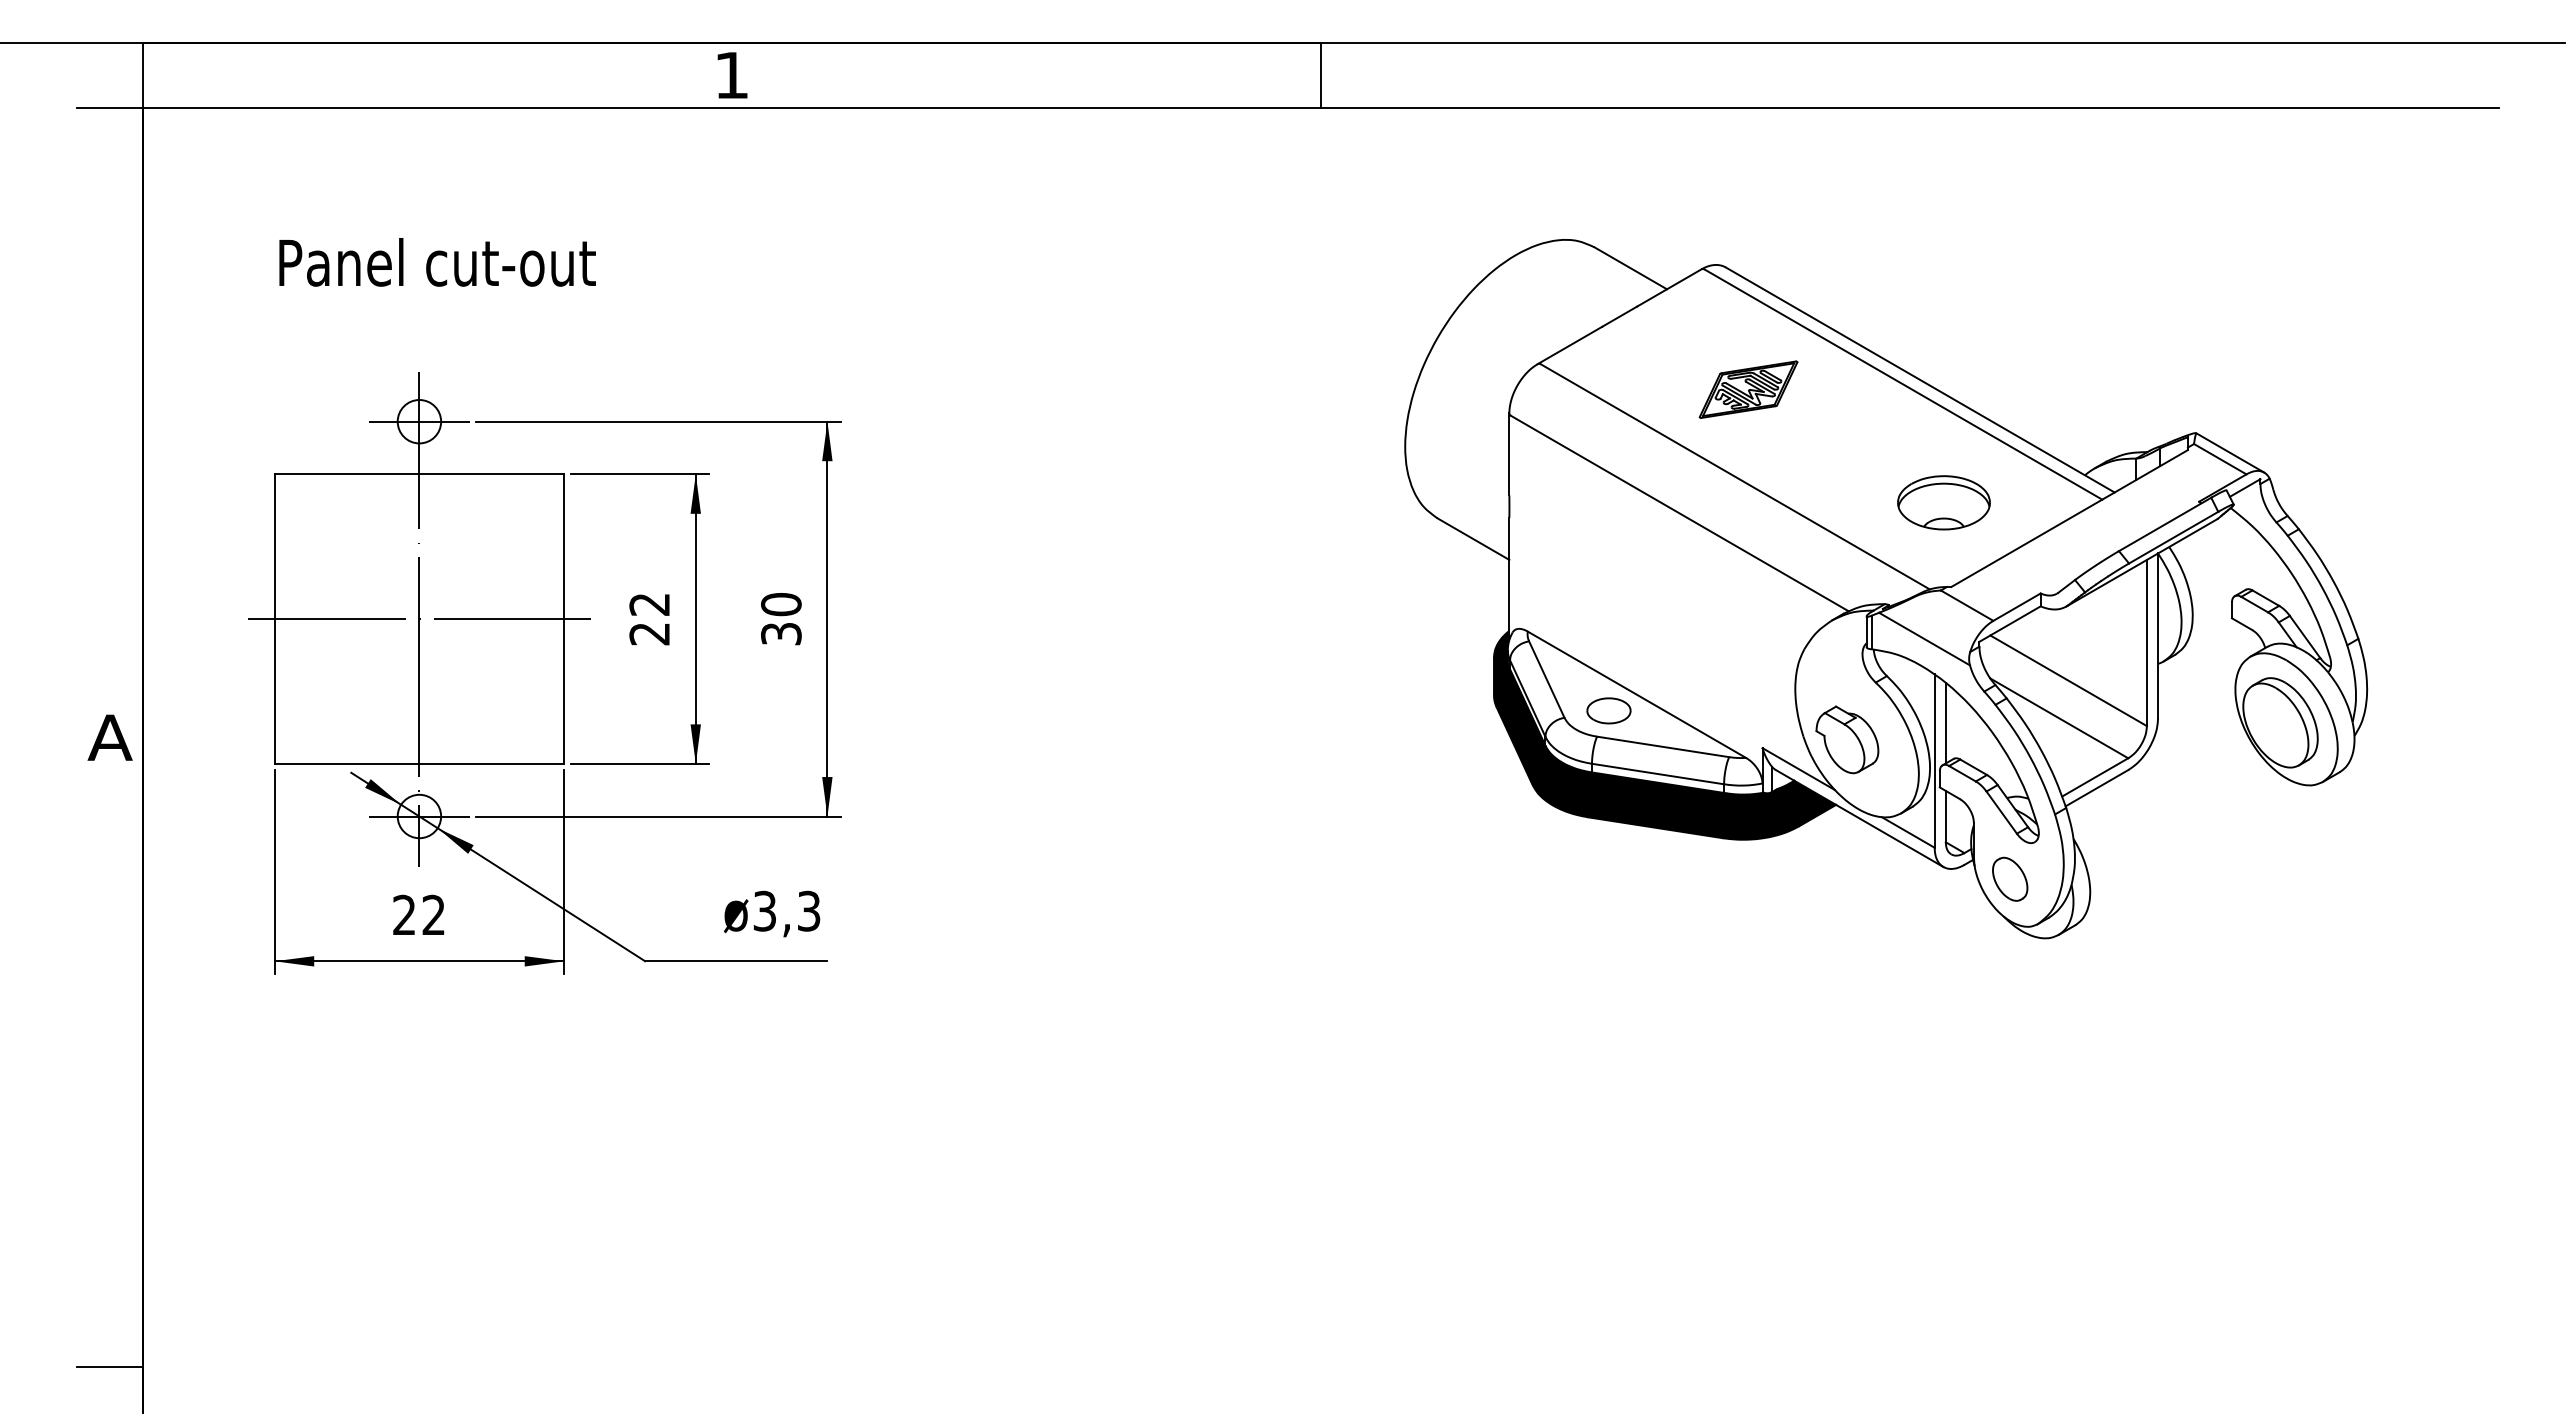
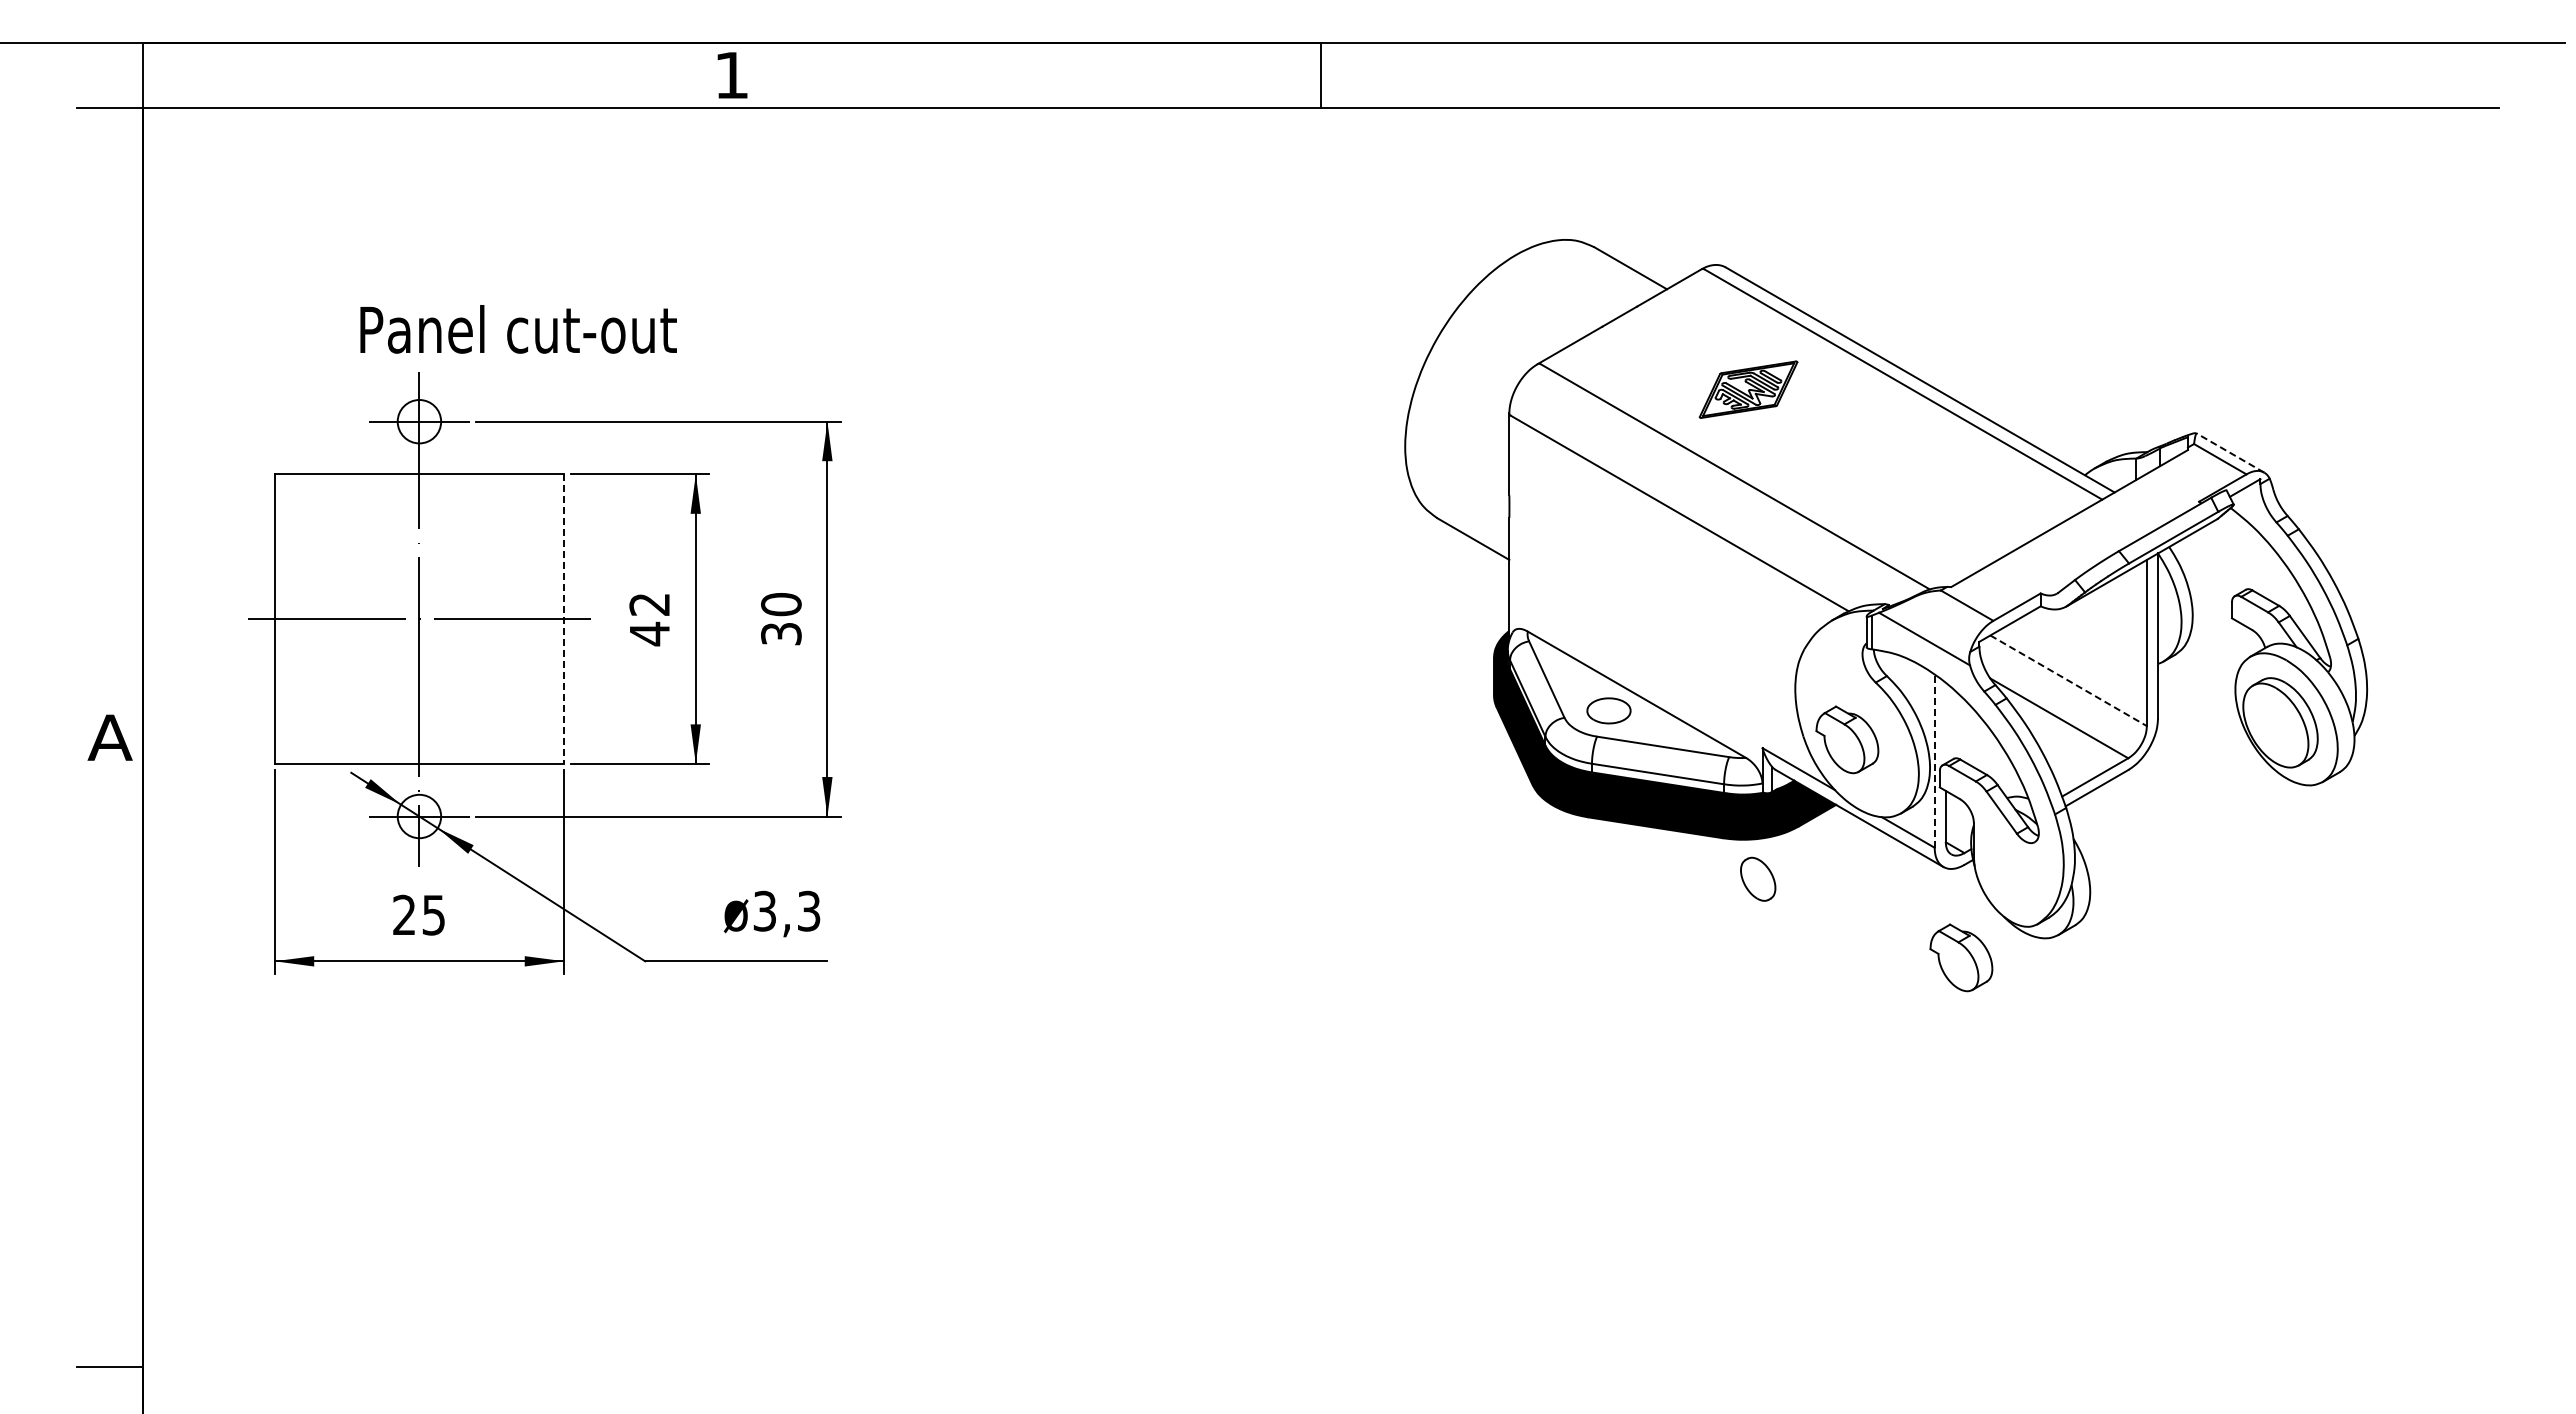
text at (437, 262) position: (437, 262) -> (518, 329)
line at (2229, 452): solid -> dashed
part at (1943, 502): present -> none
line at (564, 619): solid -> dashed
text at (649, 633): 22 -> 42
line at (2069, 681): solid -> dashed
line at (1945, 722): present -> none
line at (1934, 761): solid -> dashed
part at (2010, 878) position: (2010, 878) -> (1758, 878)
text at (433, 914): 22 -> 25
part at (1961, 957): none -> present
